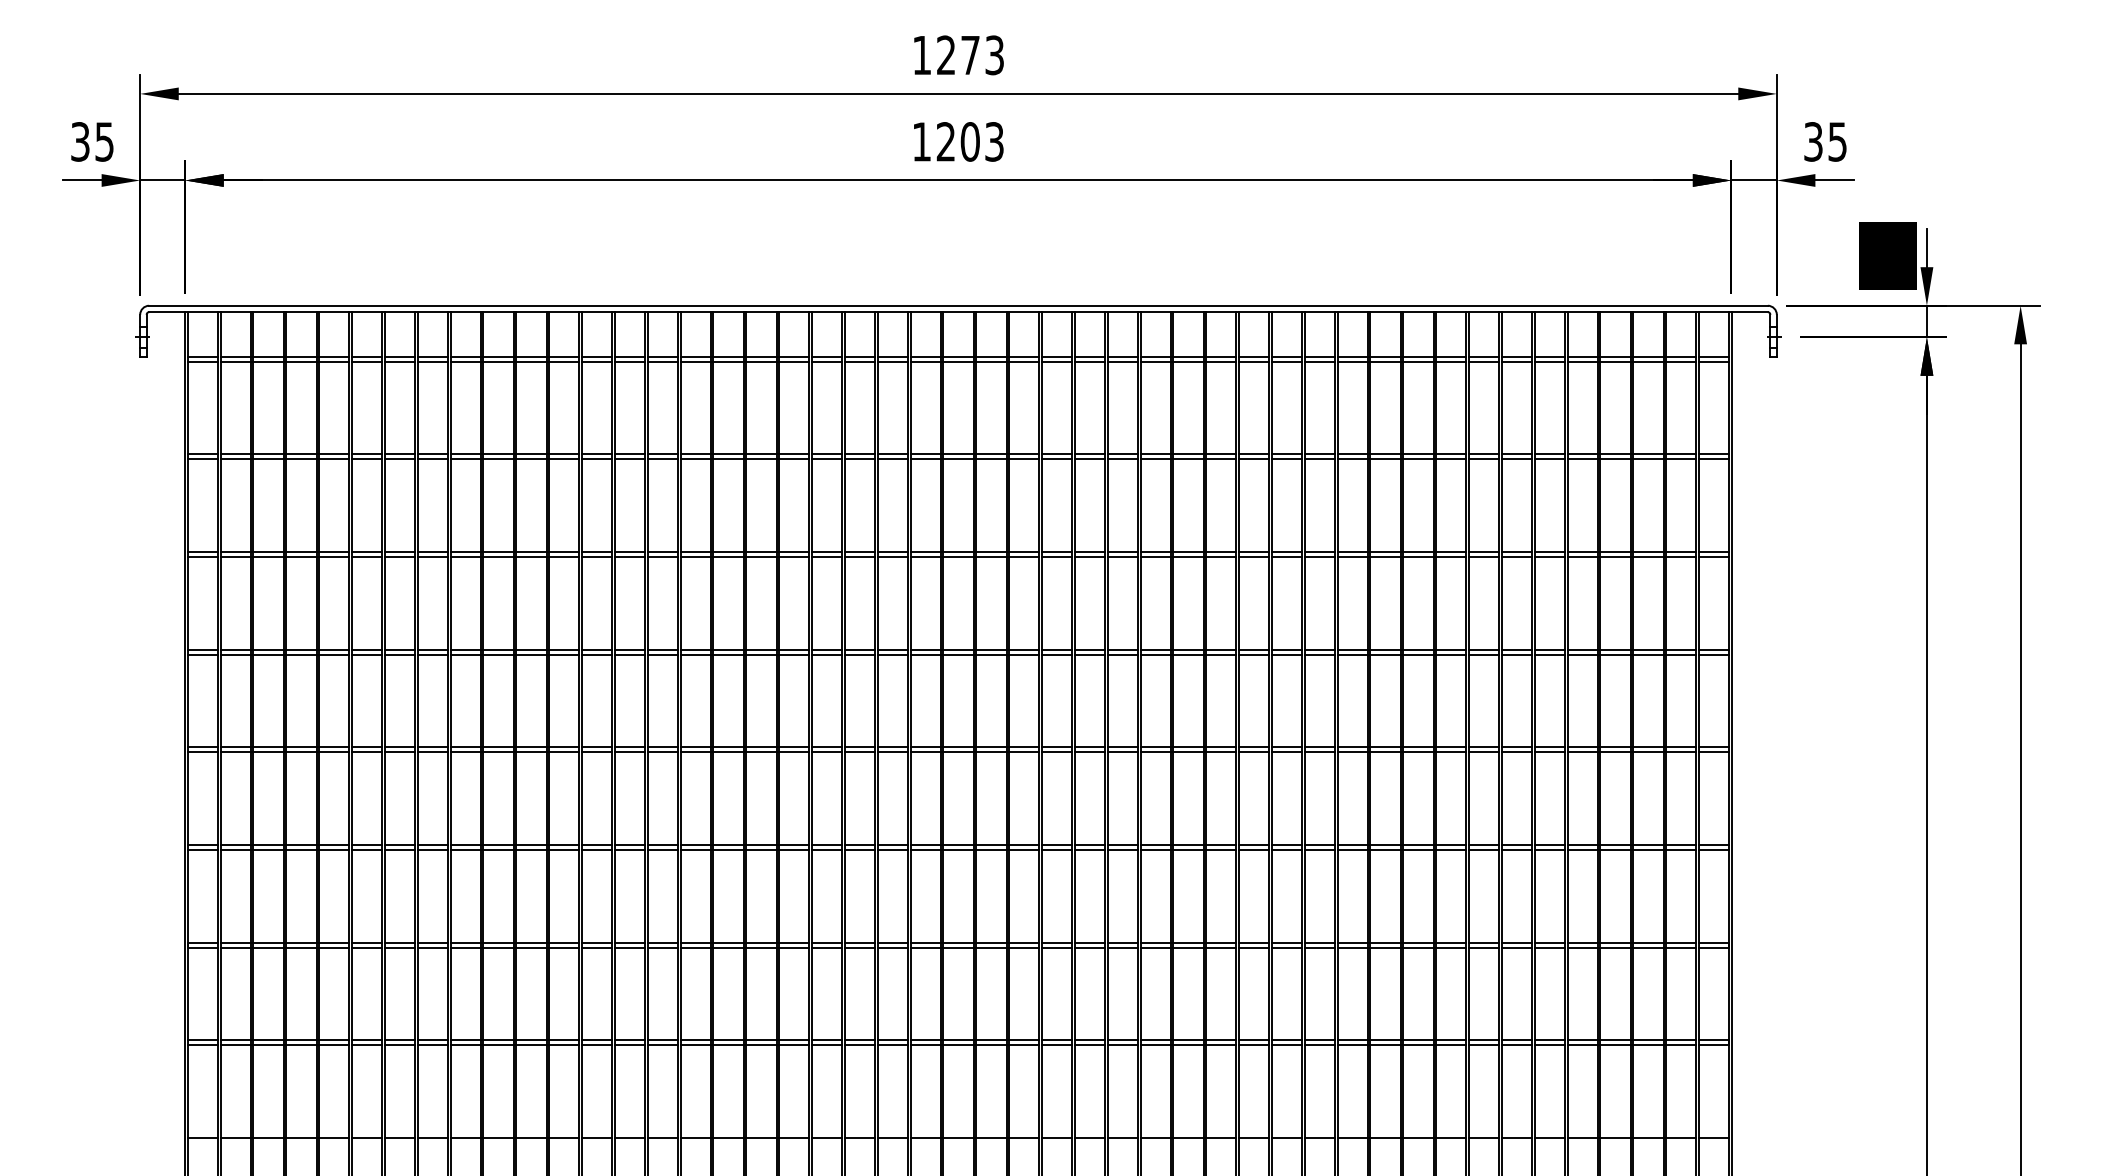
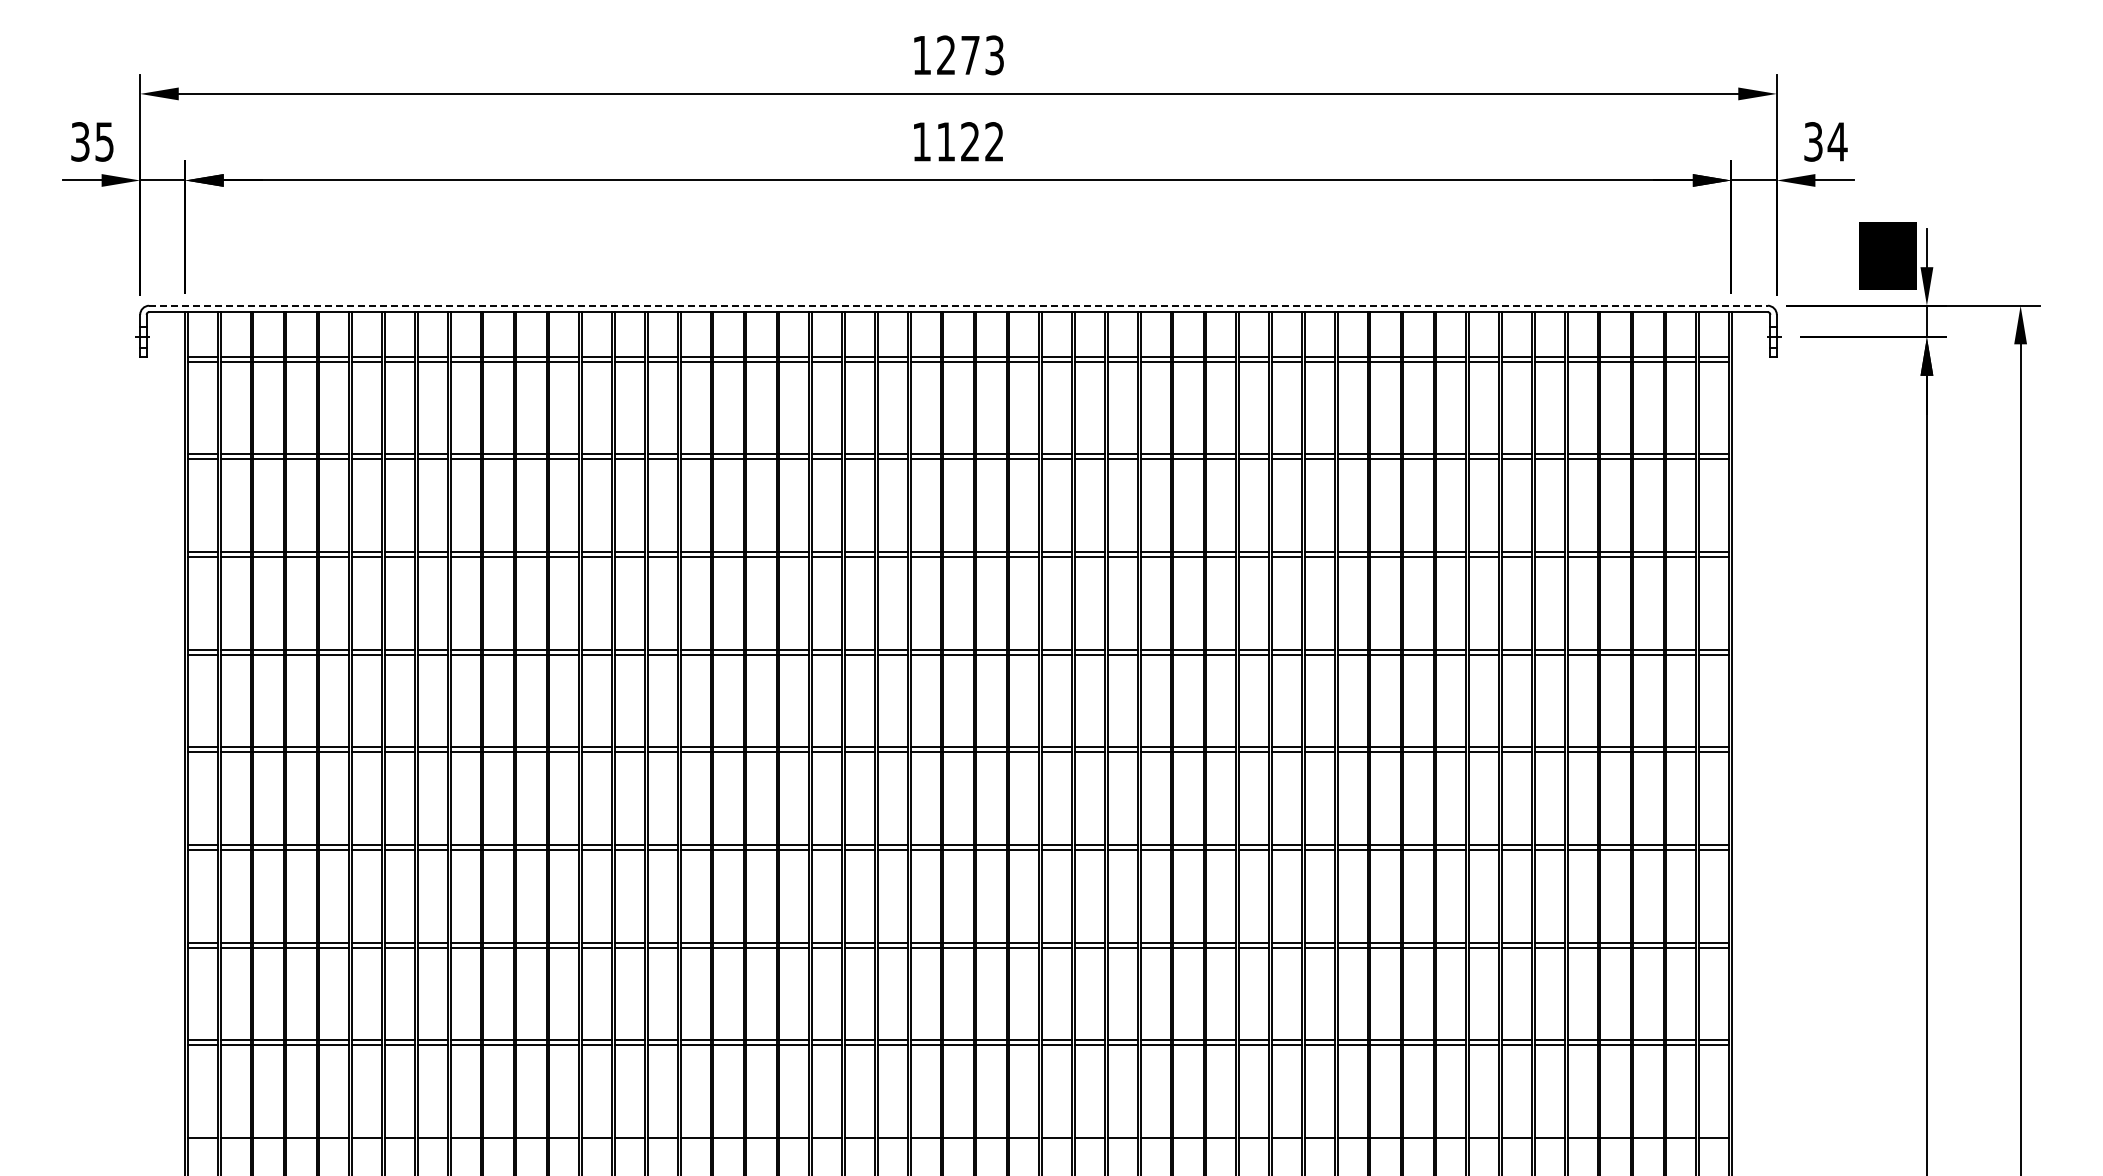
text at (969, 141): 1203 -> 1122
text at (1837, 141): 35 -> 34
line at (959, 305): solid -> dashed
